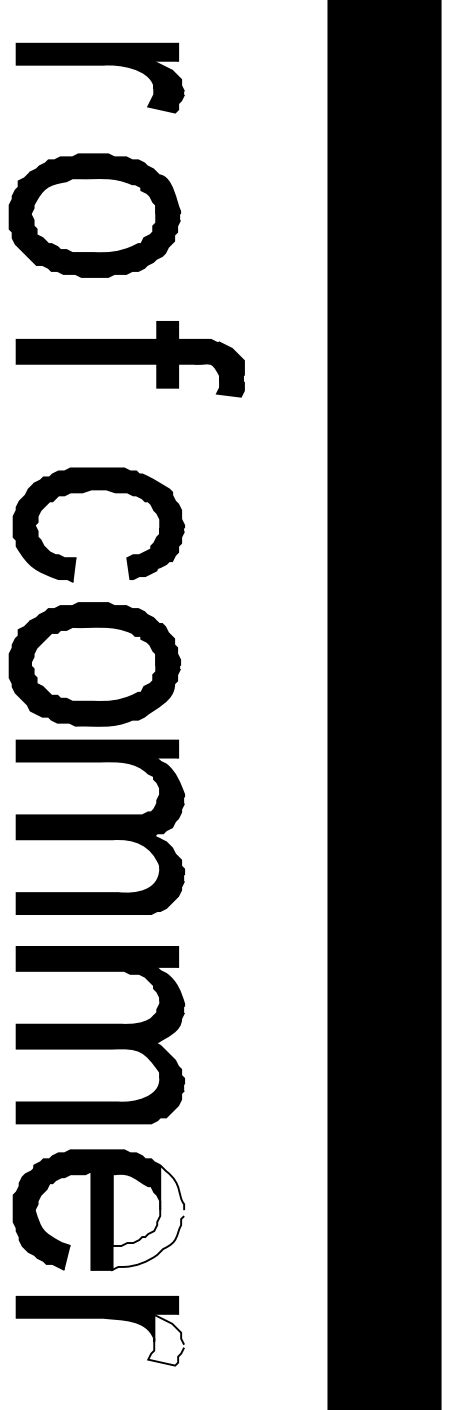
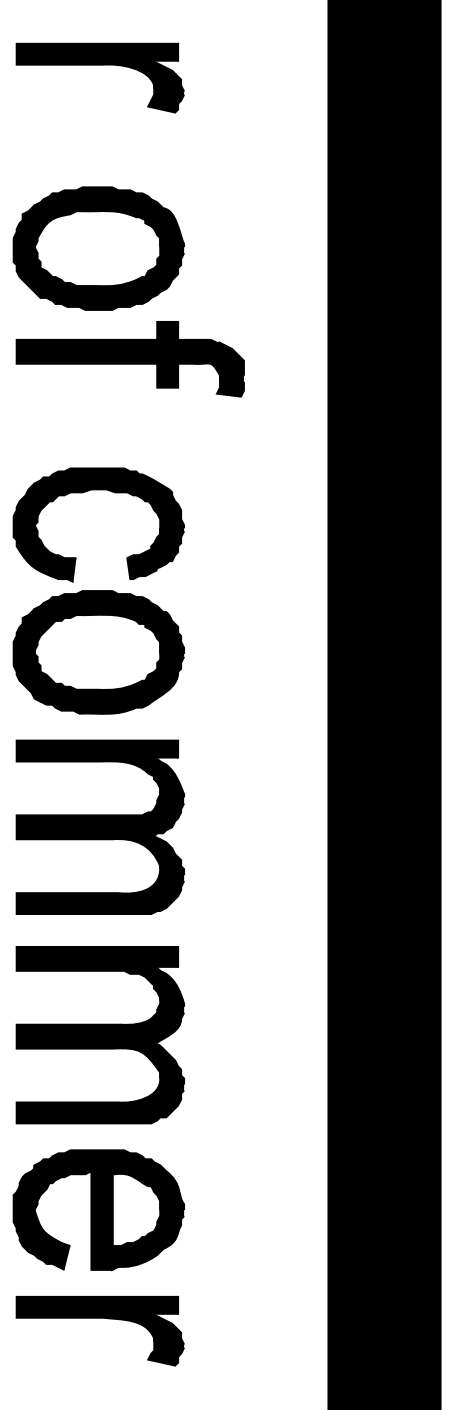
part at (94, 215) position: (94, 215) -> (98, 248)
part at (94, 664) position: (94, 664) -> (98, 652)
fill at (148, 1217): none -> present
fill at (166, 1339): none -> present
